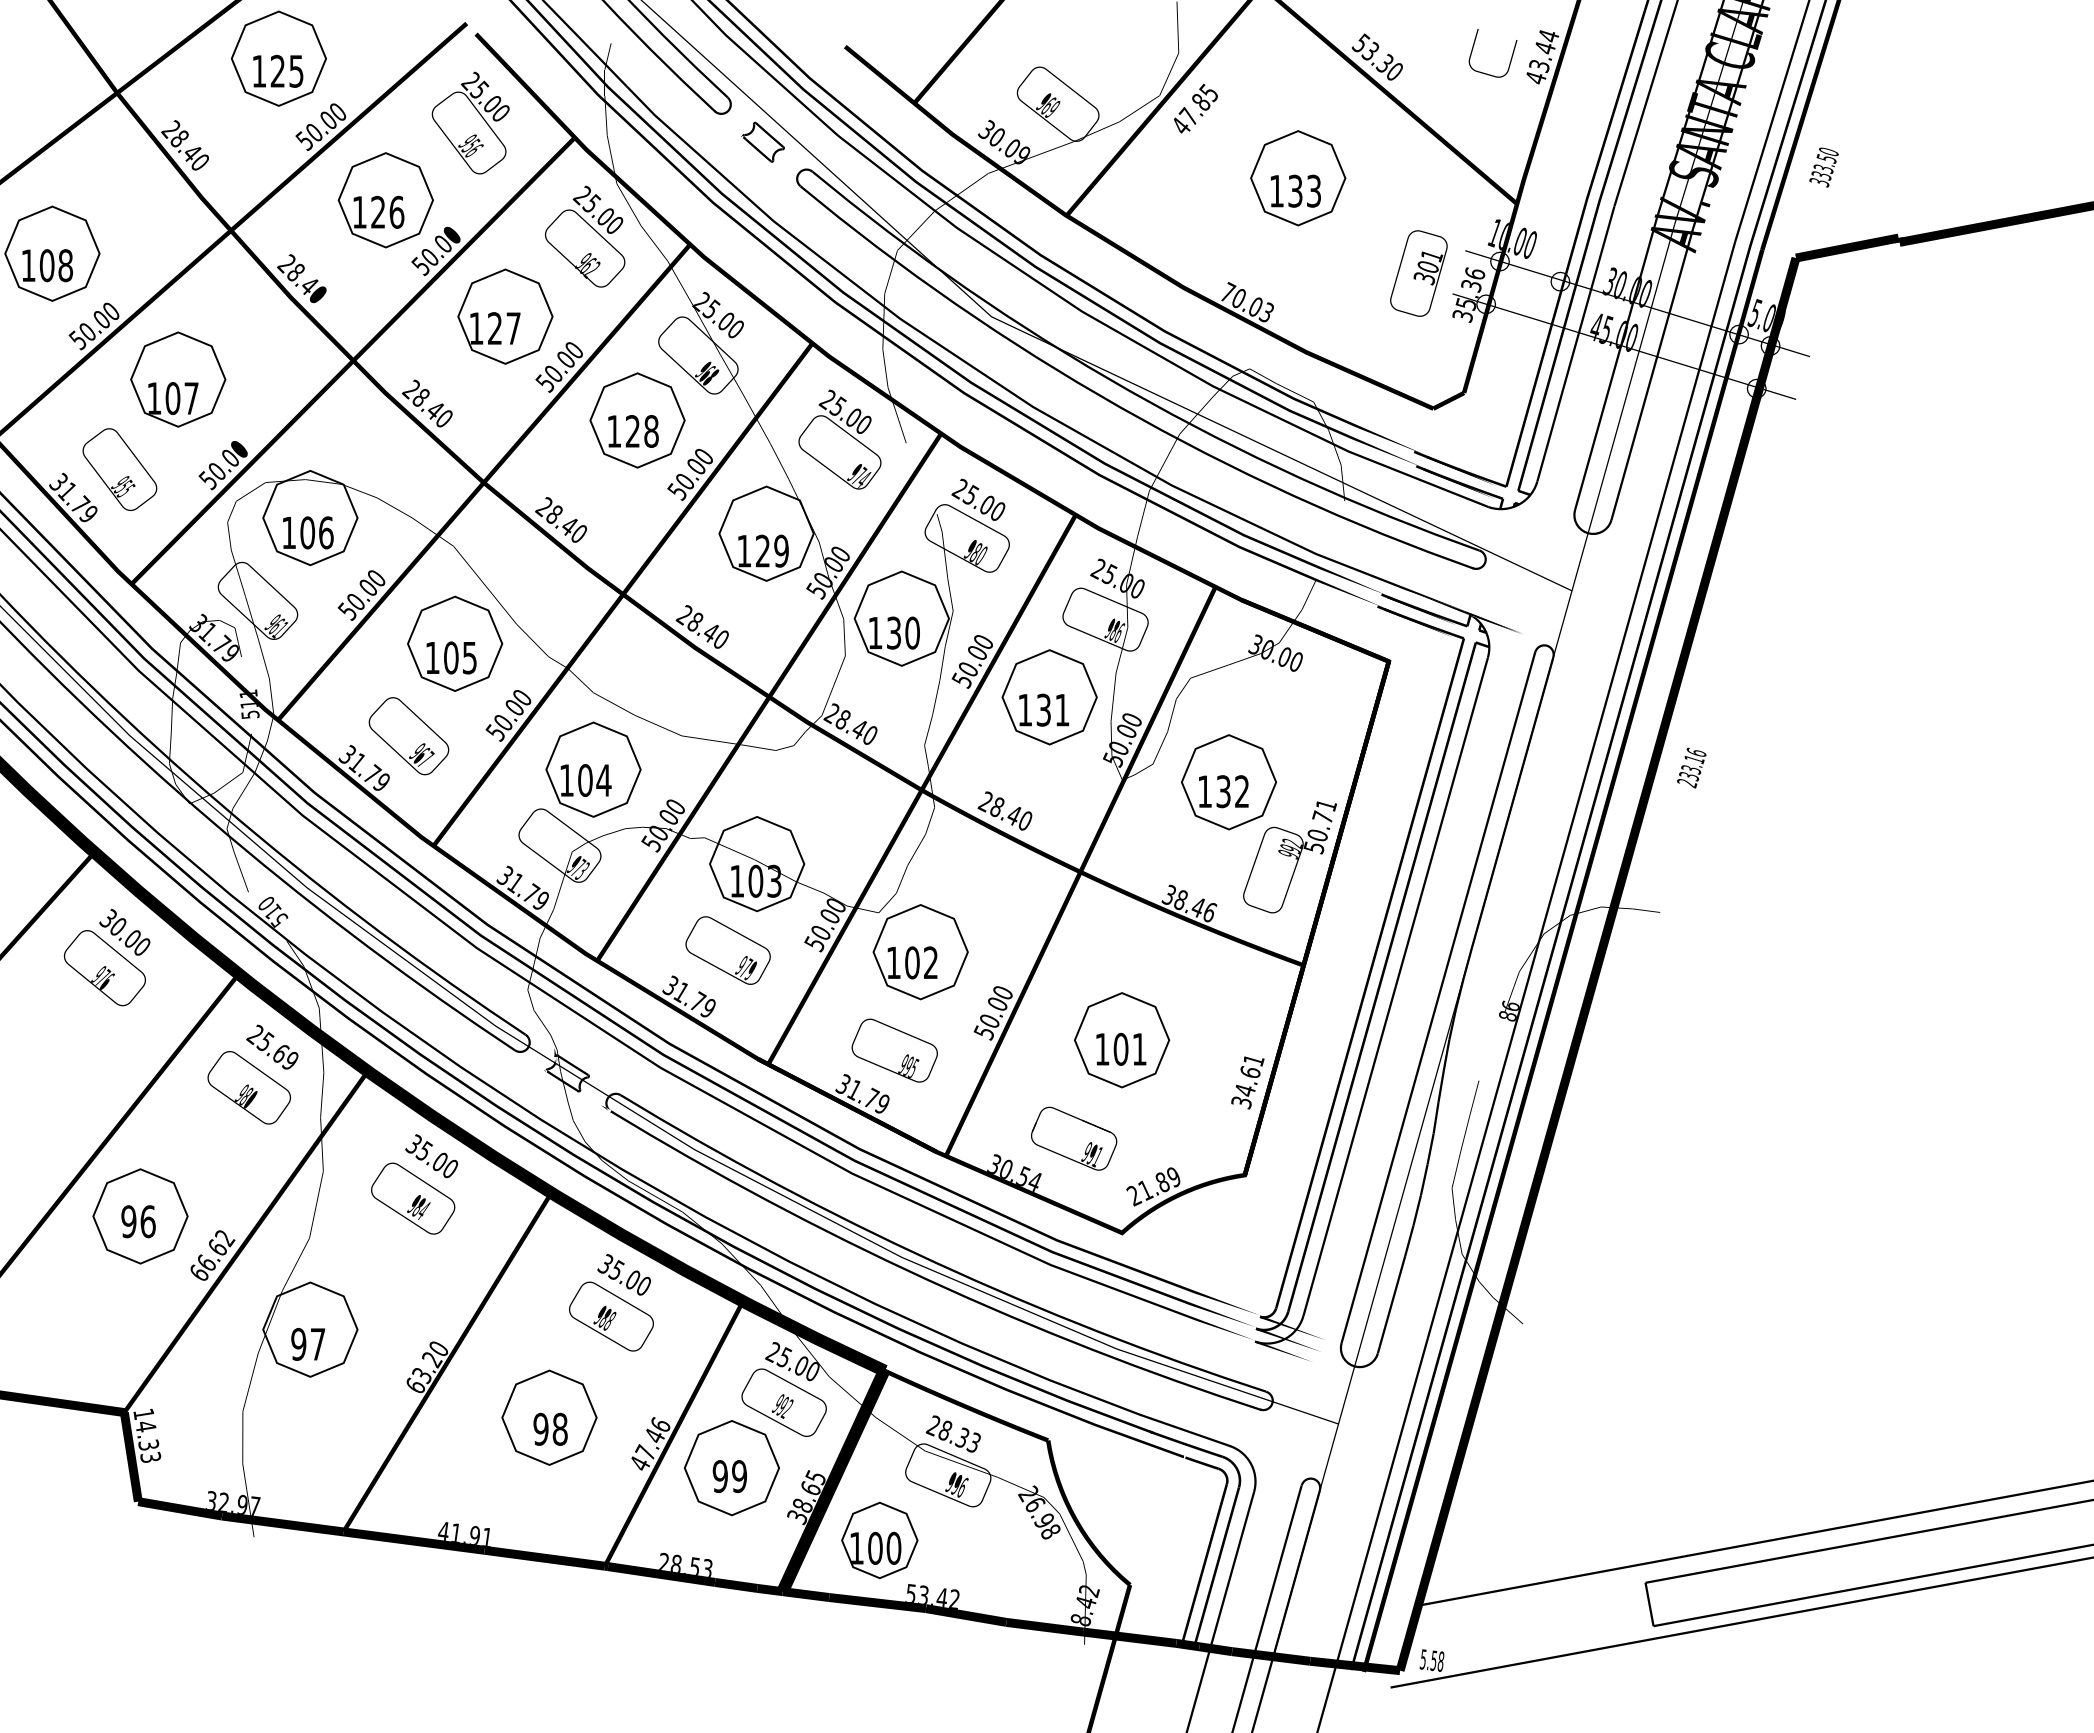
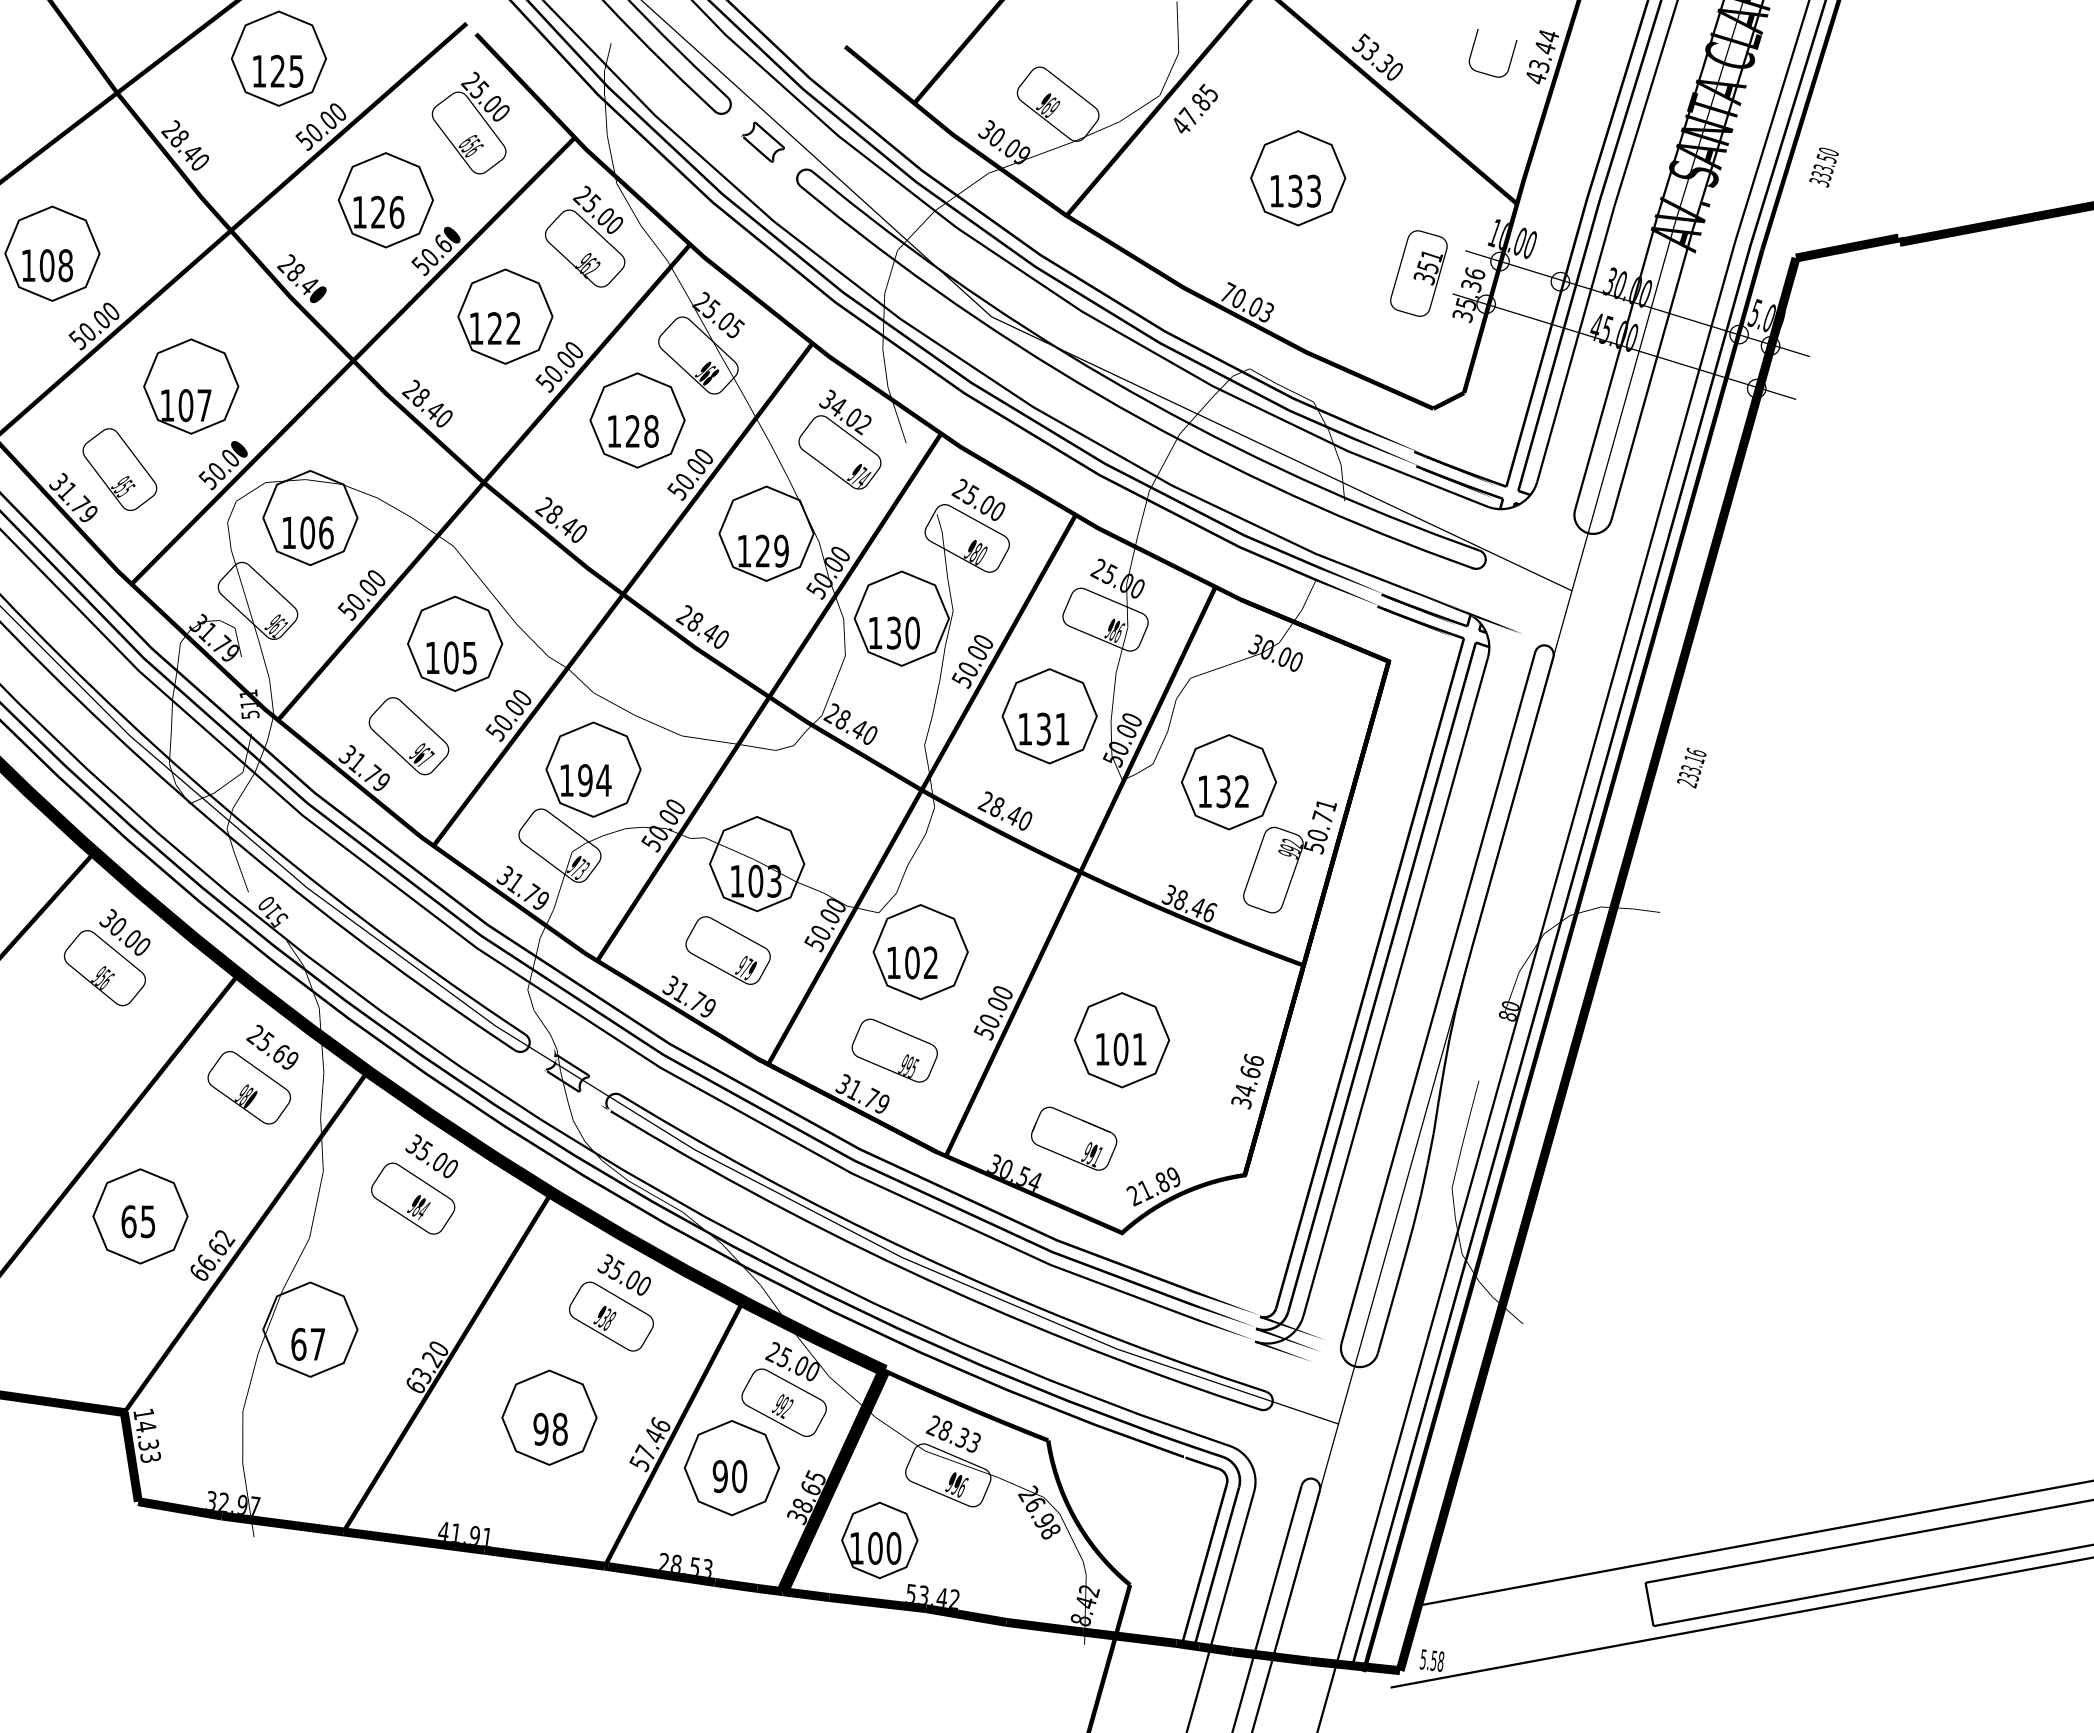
text at (467, 141): 956 -> 656
text at (443, 243): 50.00 -> 50.60
text at (1427, 267): 301 -> 351
text at (513, 328): 127 -> 122
text at (735, 328): 25.00 -> 25.05
text at (178, 379) position: (178, 379) -> (191, 386)
text at (844, 412): 25.00 -> 34.02
text at (1049, 697) position: (1049, 697) -> (1049, 716)
text at (585, 780): 104 -> 194
text at (103, 978): 976 -> 956
text at (1510, 1004): 86 -> 80
text at (1254, 1059): 34.61 -> 34.66
text at (138, 1221): 96 -> 65
text at (604, 1317): 988 -> 938
text at (298, 1343): 97 -> 67
text at (639, 1464): 47.46 -> 57.46
text at (739, 1476): 99 -> 90
